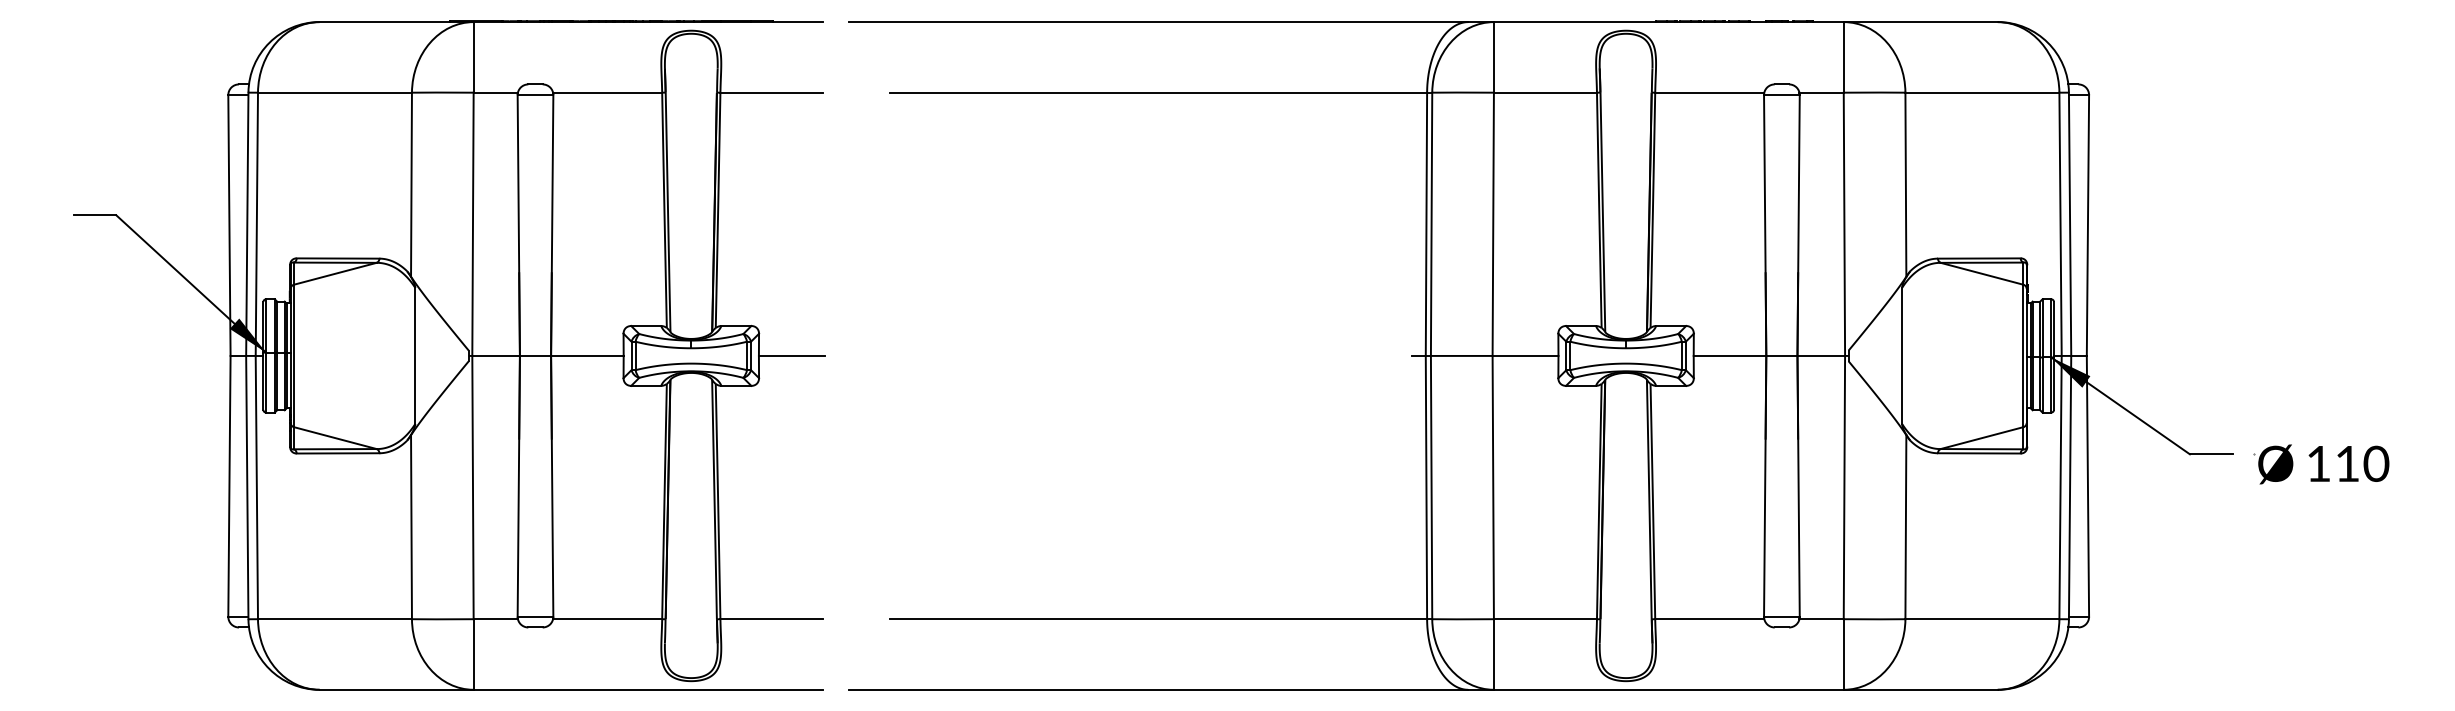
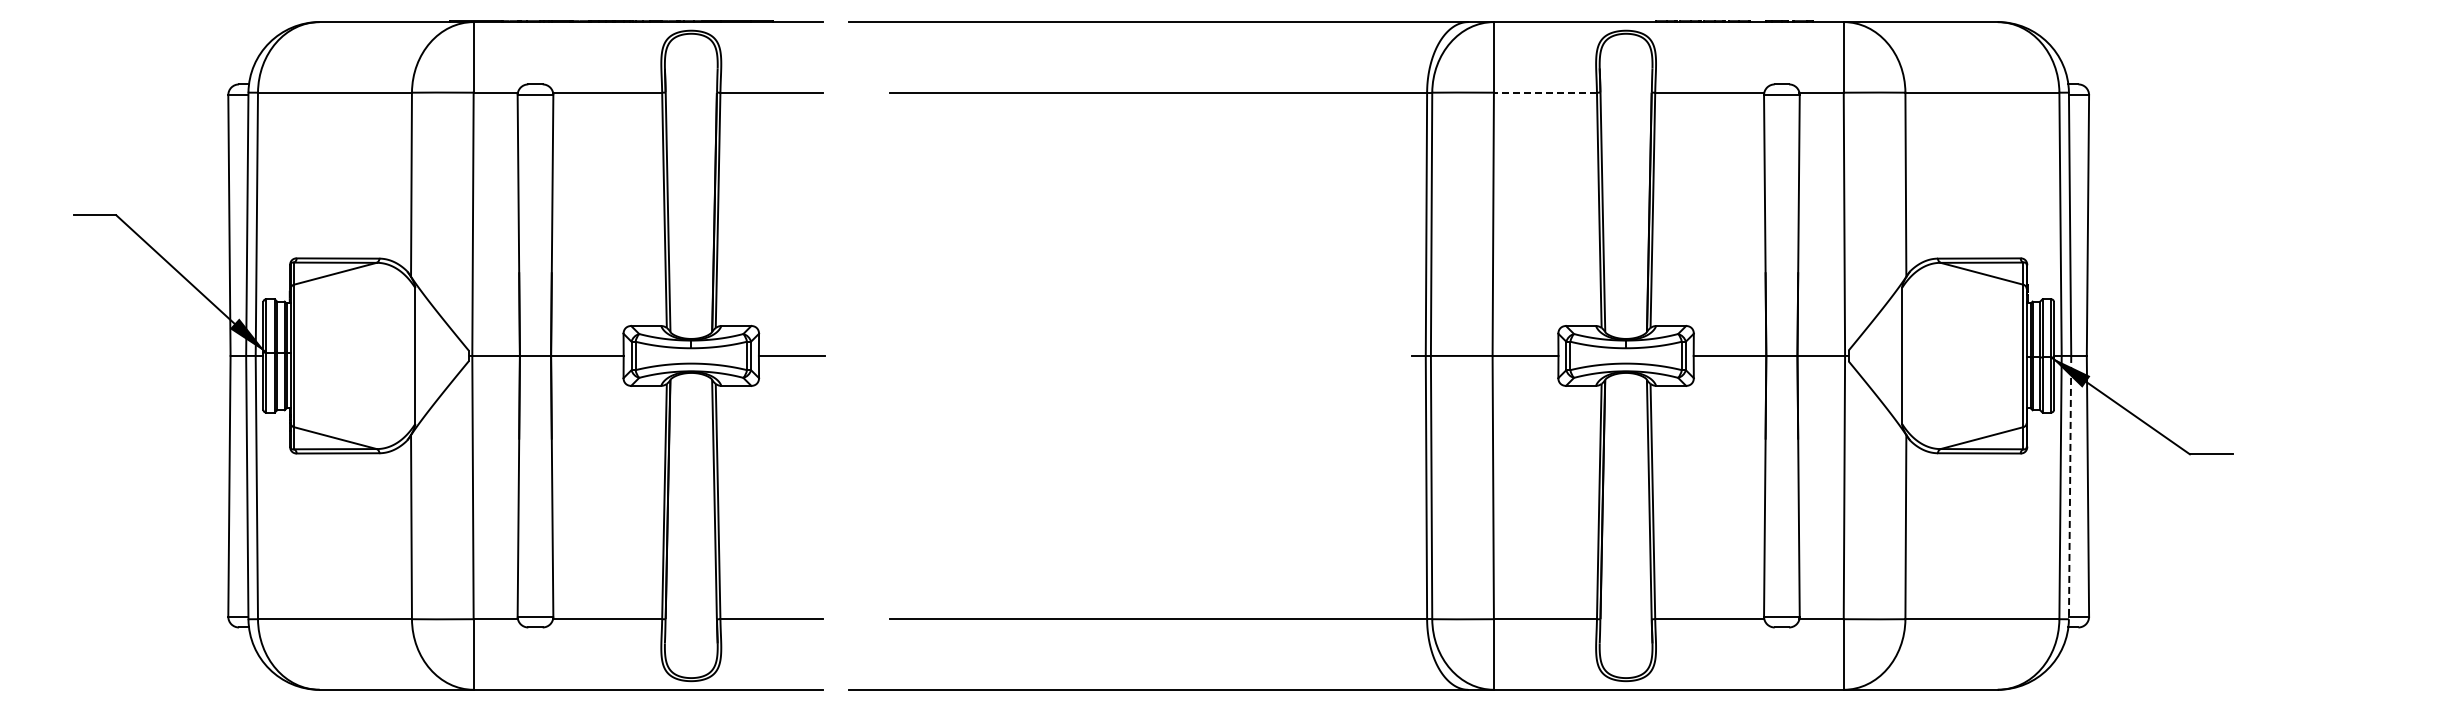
line at (1545, 92): solid -> dashed
part at (2321, 464): present -> none
line at (2070, 487): solid -> dashed
